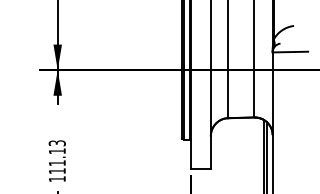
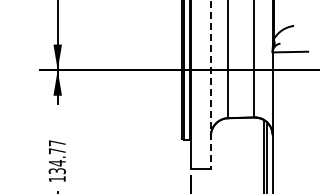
line at (210, 84): solid -> dashed
text at (56, 157): 111.13 -> 134.77
